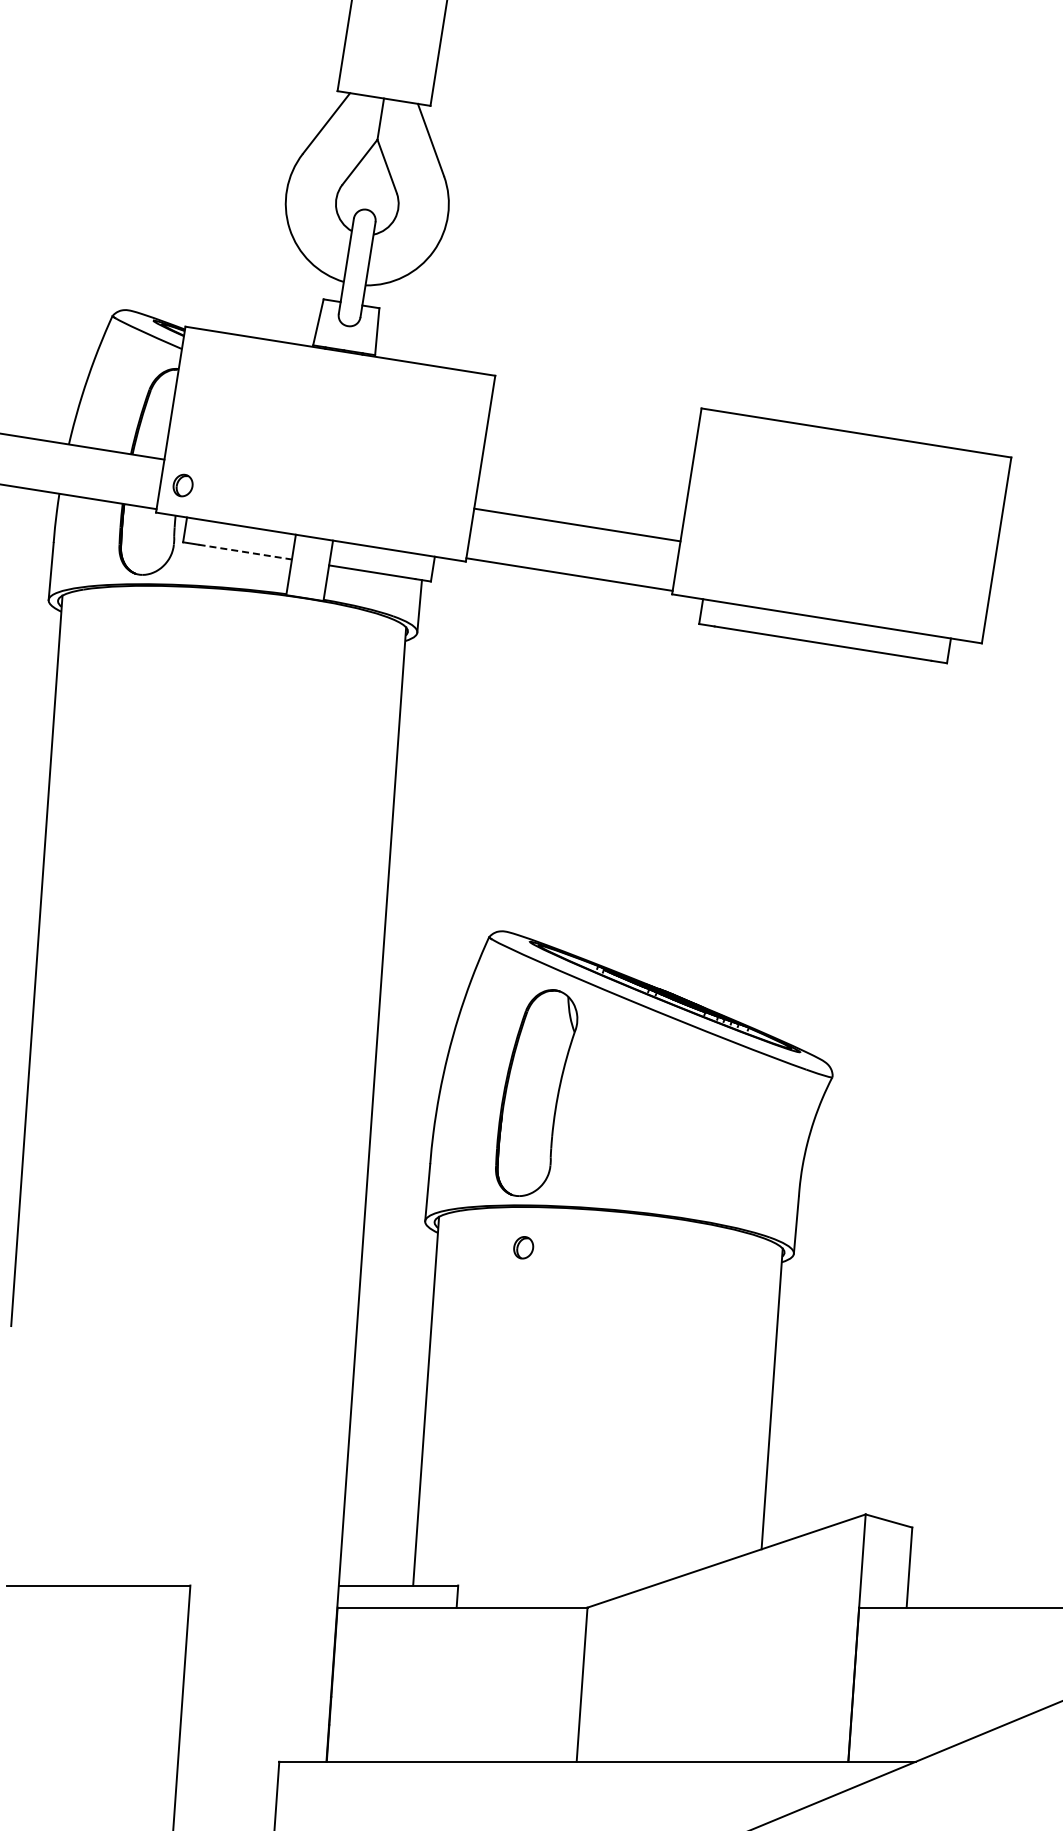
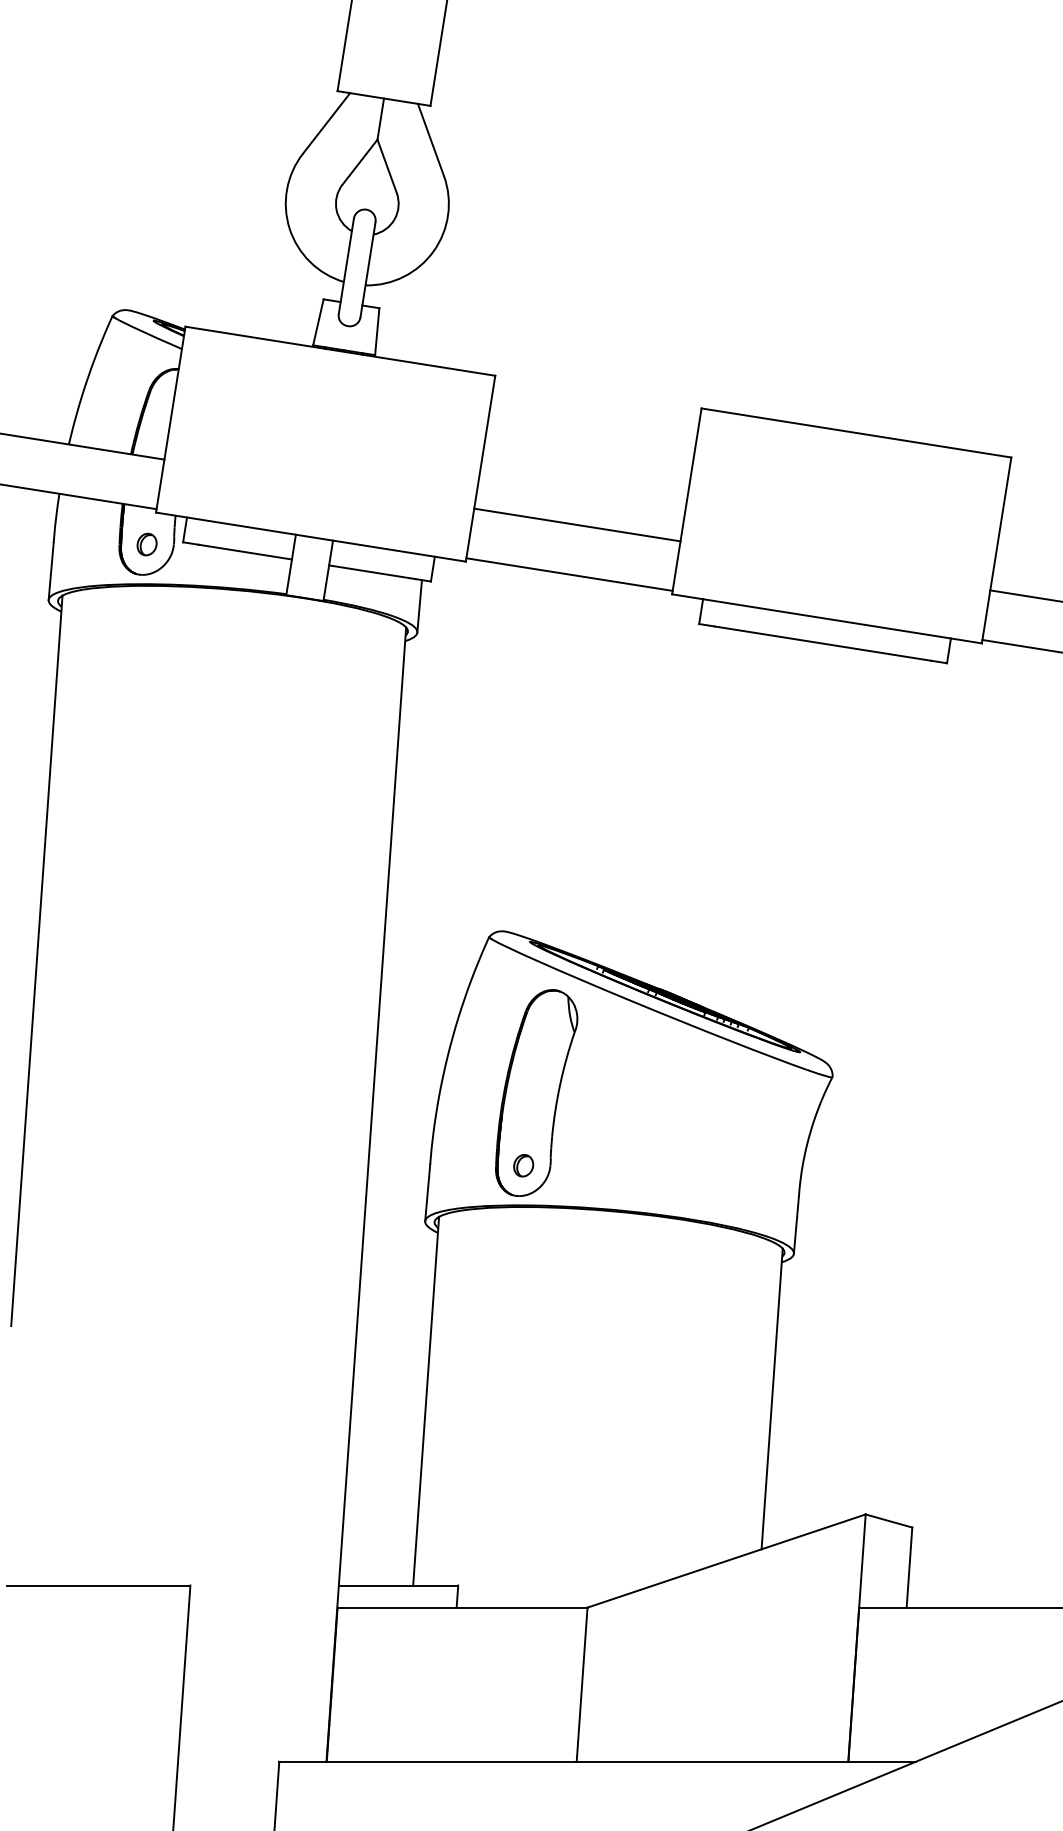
part at (182, 485) position: (182, 485) -> (146, 544)
line at (245, 552): dashed -> solid
line at (1024, 595): none -> present
line at (1020, 646): none -> present
part at (523, 1247) position: (523, 1247) -> (523, 1165)
